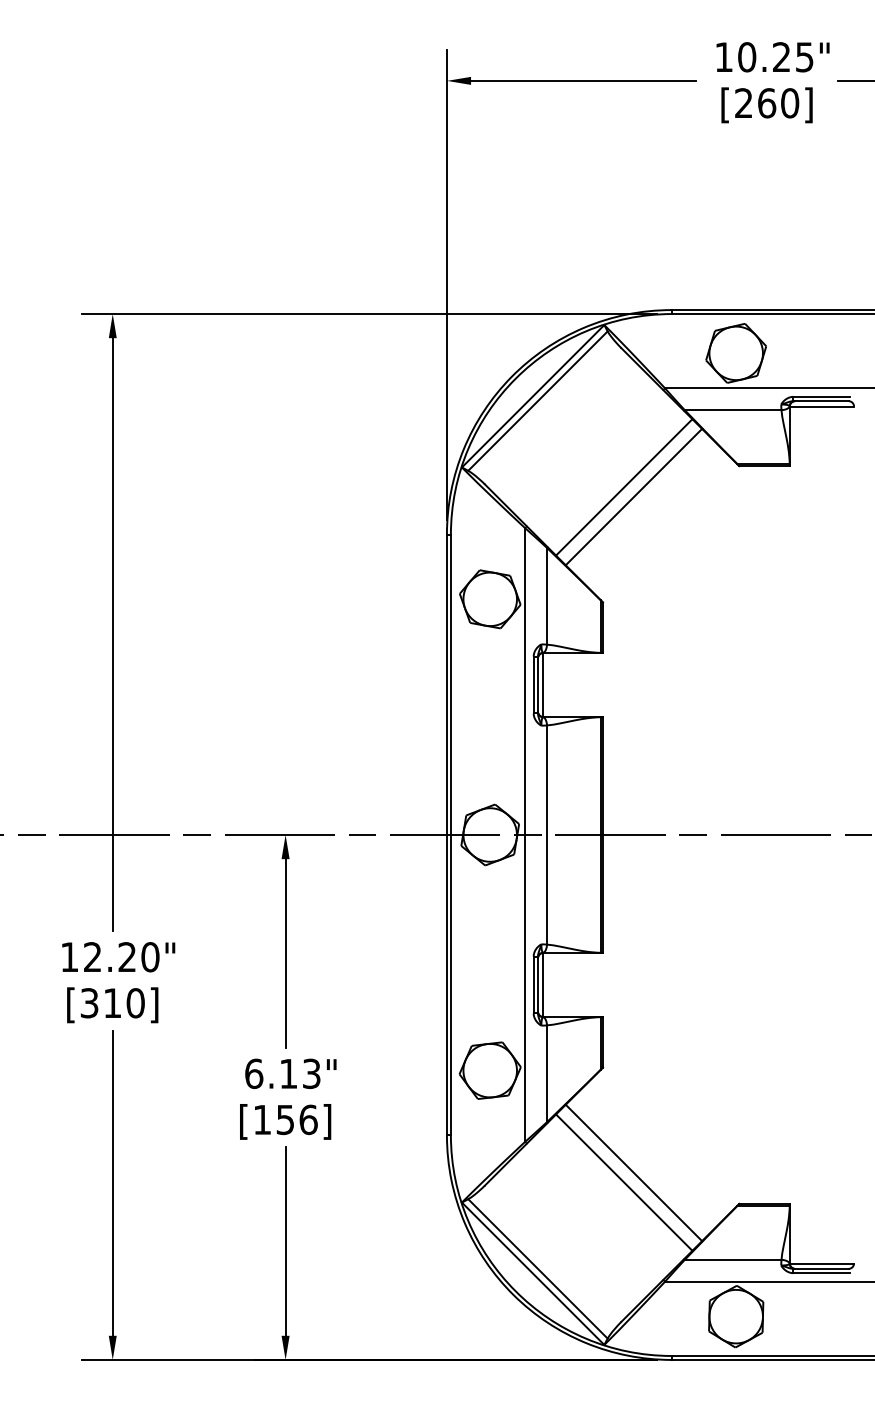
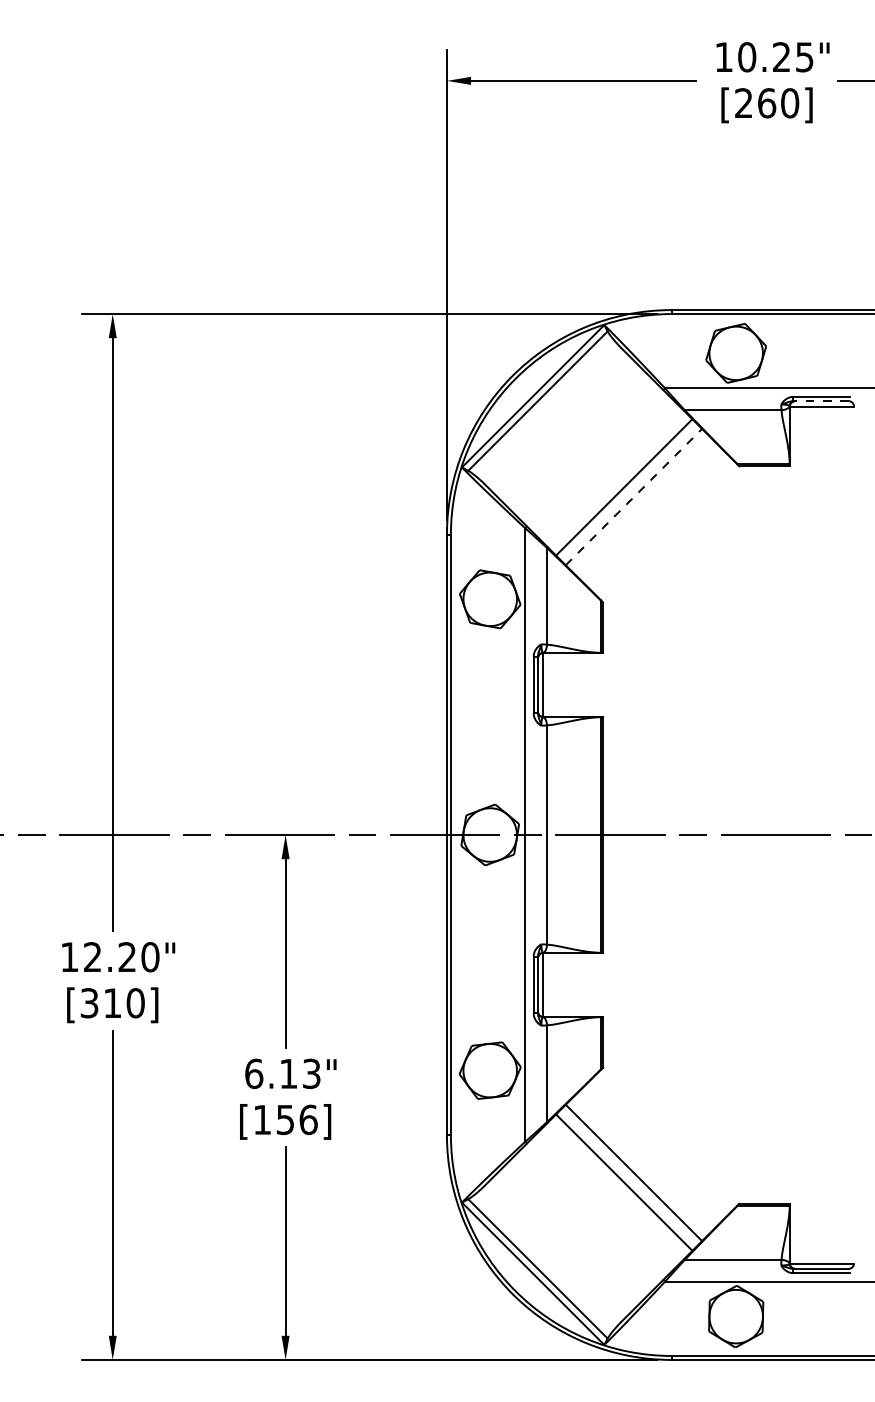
line at (821, 401): solid -> dashed
line at (634, 496): solid -> dashed
